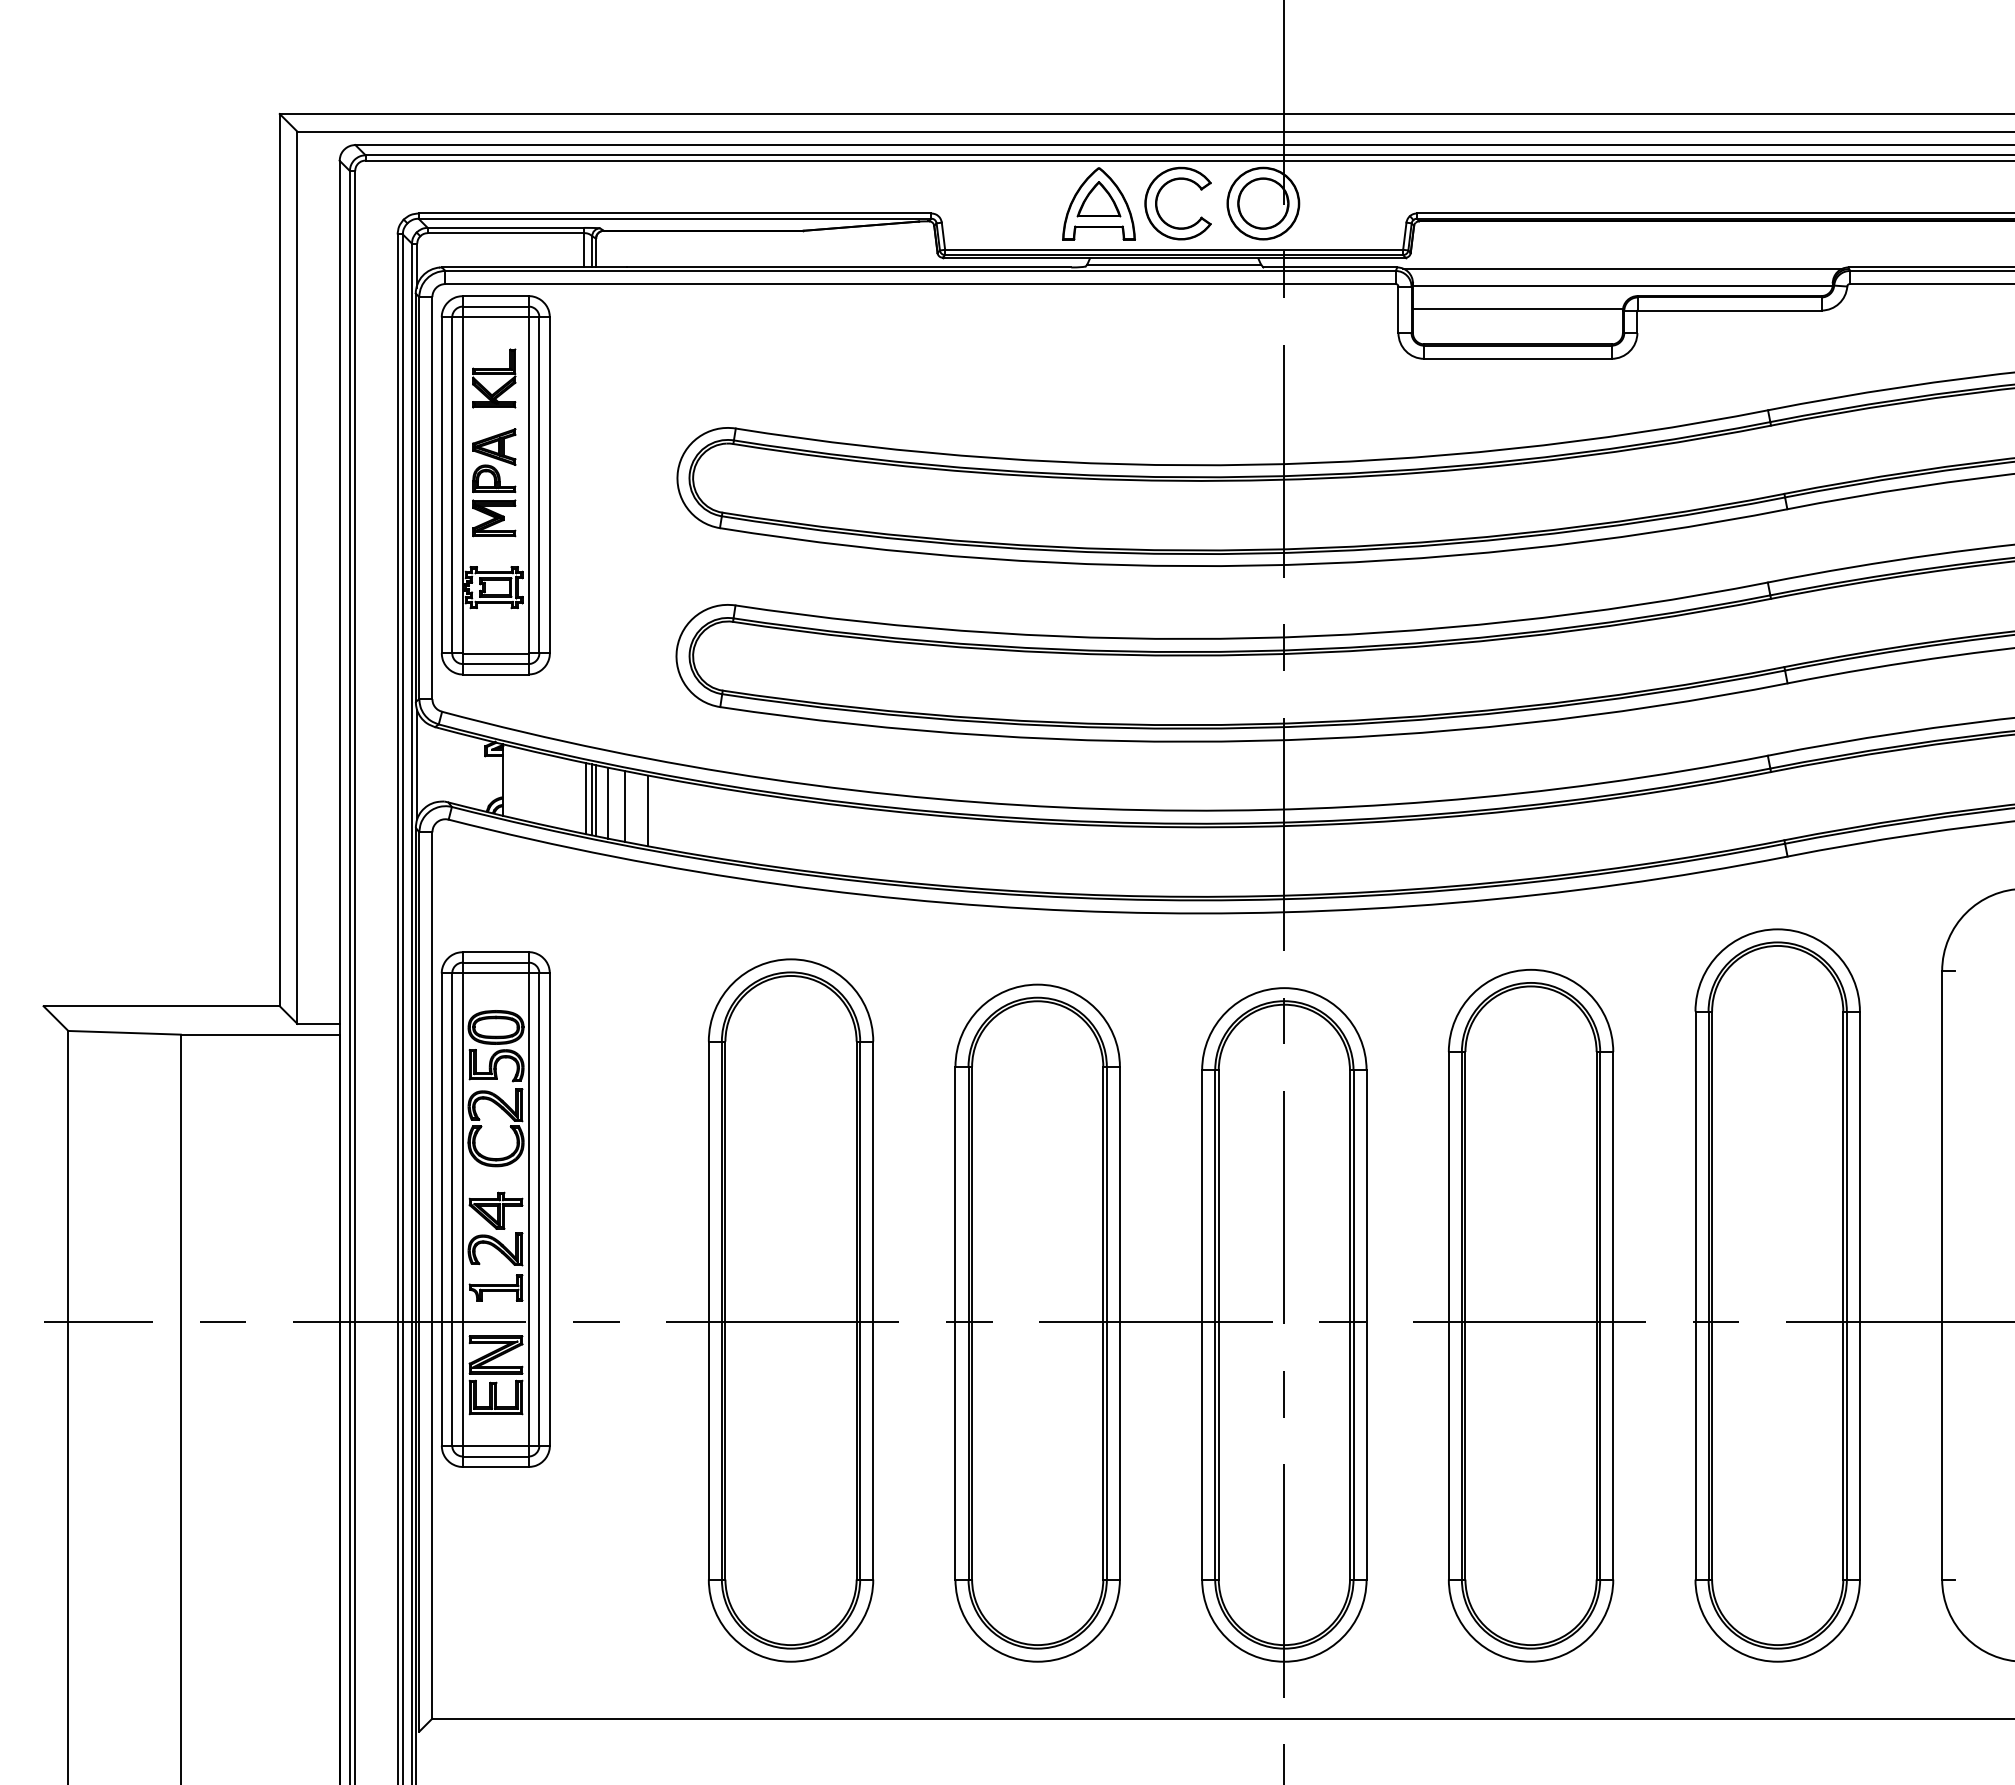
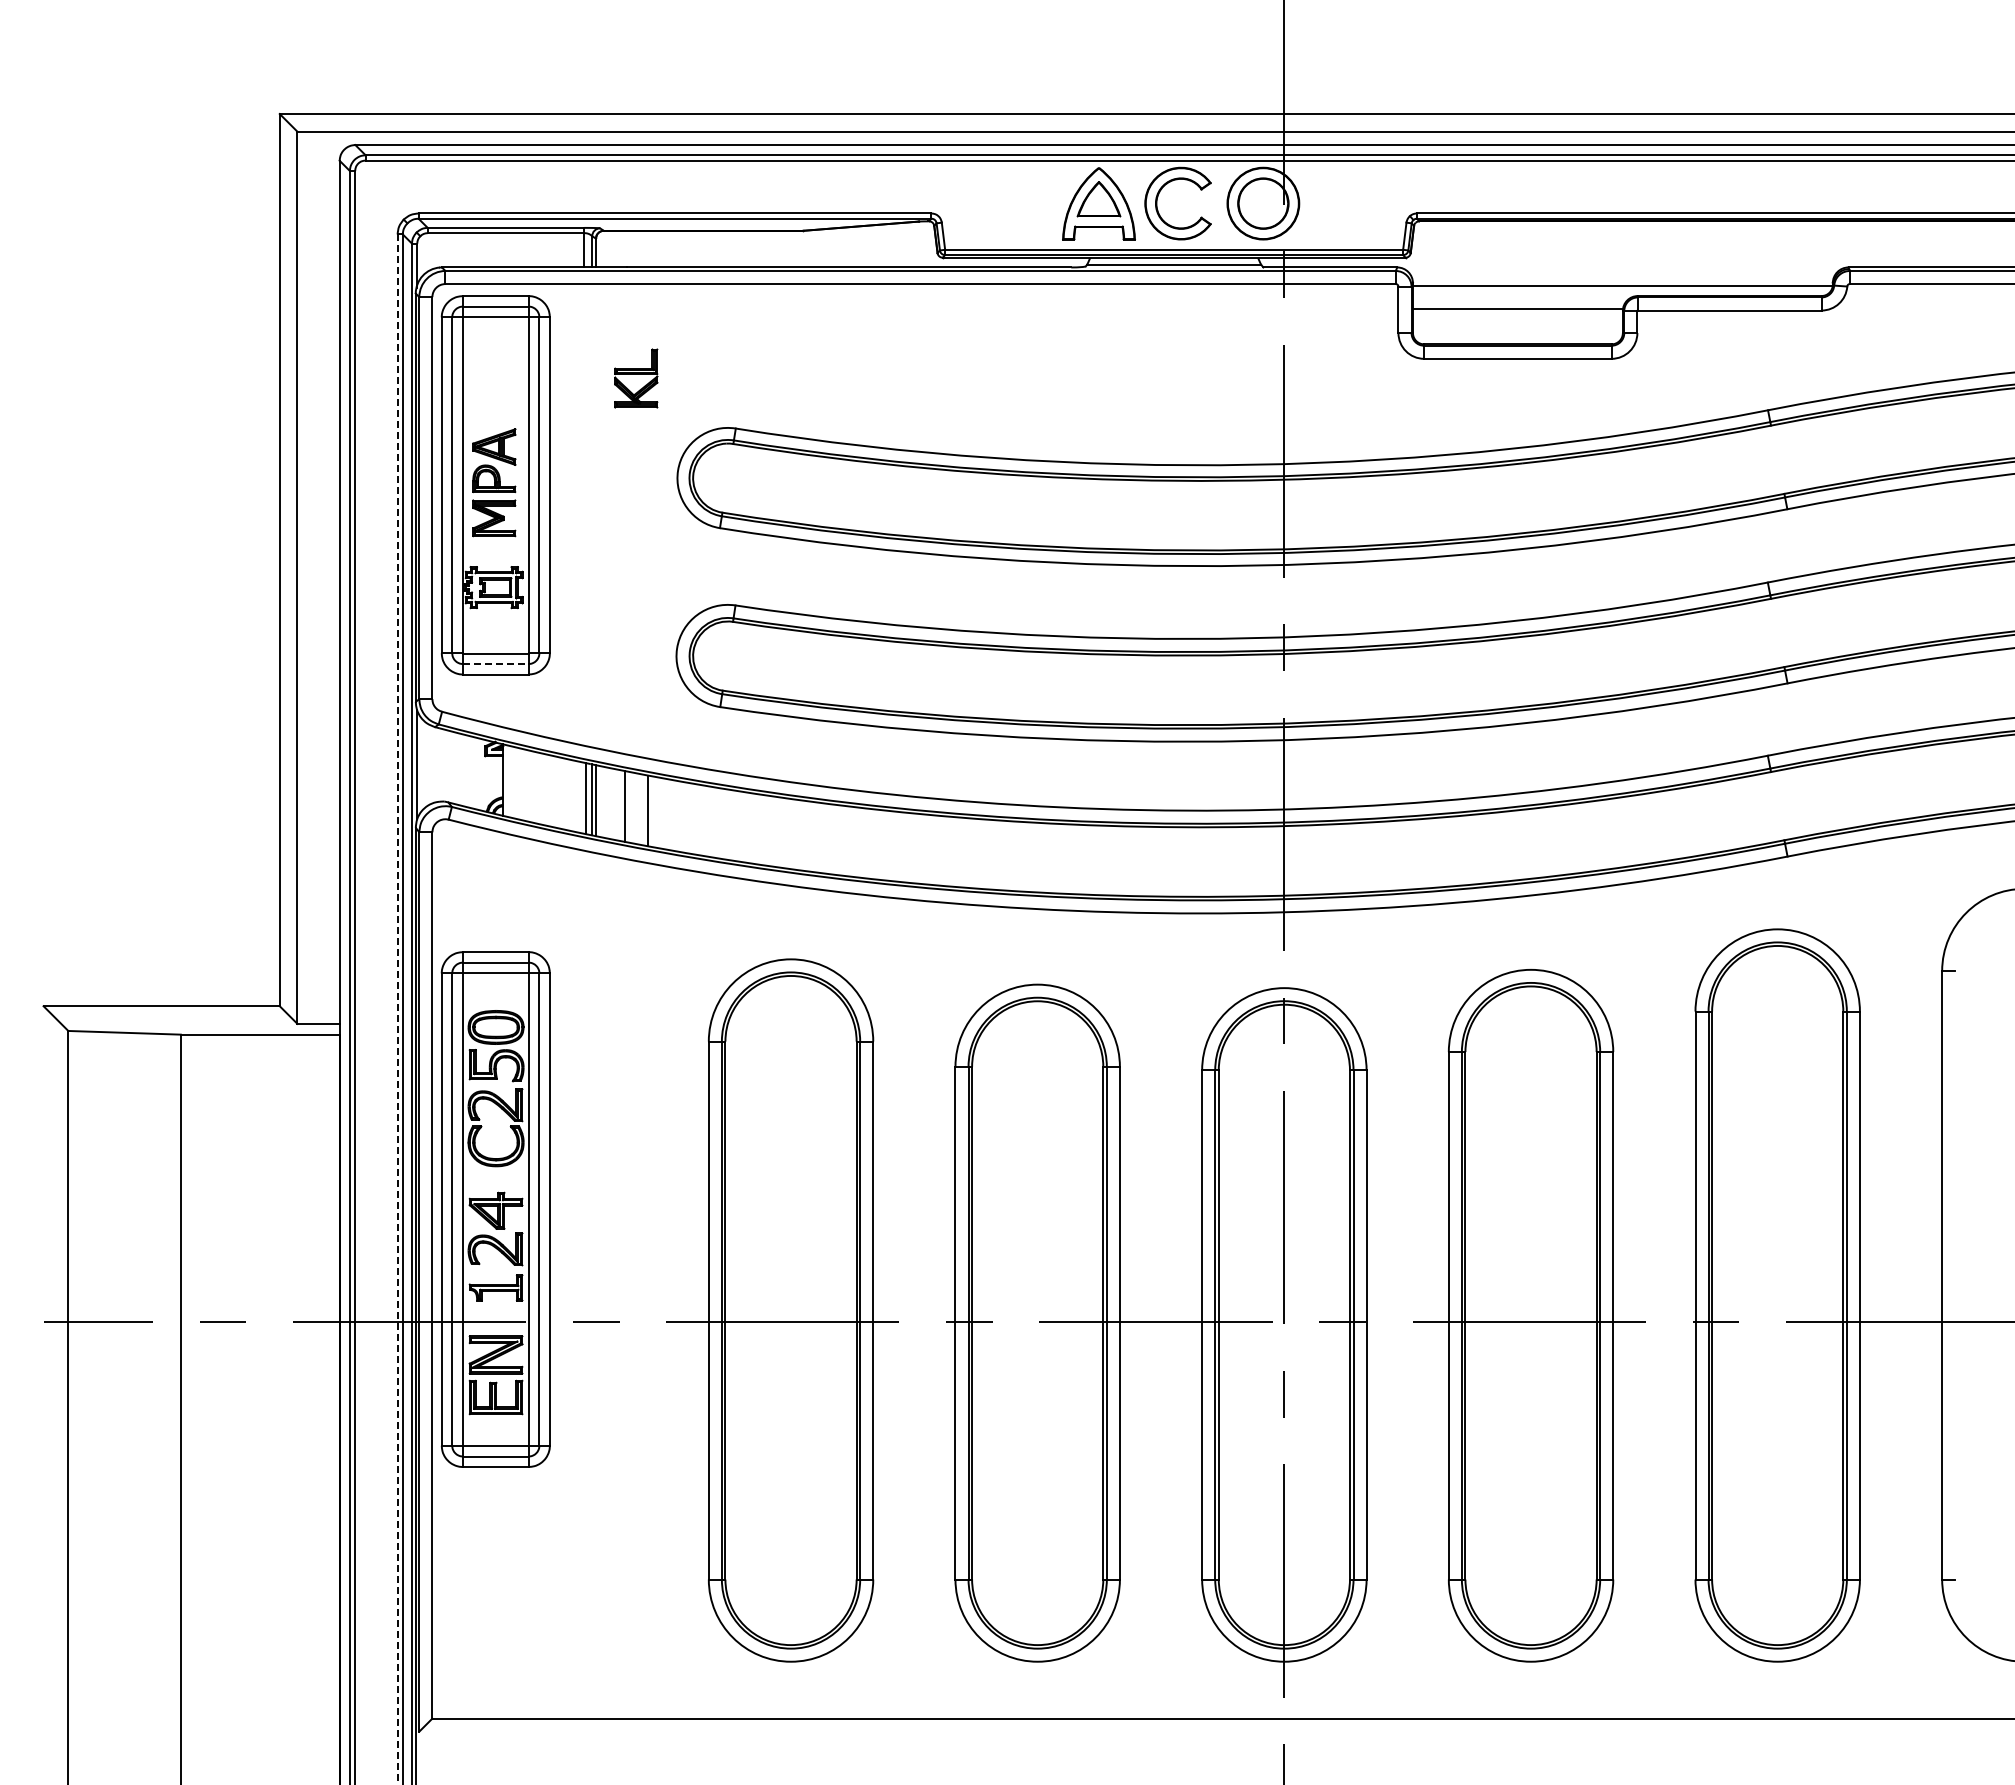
line at (1622, 268): present -> none
part at (494, 378) position: (494, 378) -> (636, 378)
line at (495, 664): solid -> dashed
line at (607, 802): present -> none
line at (397, 1009): solid -> dashed
